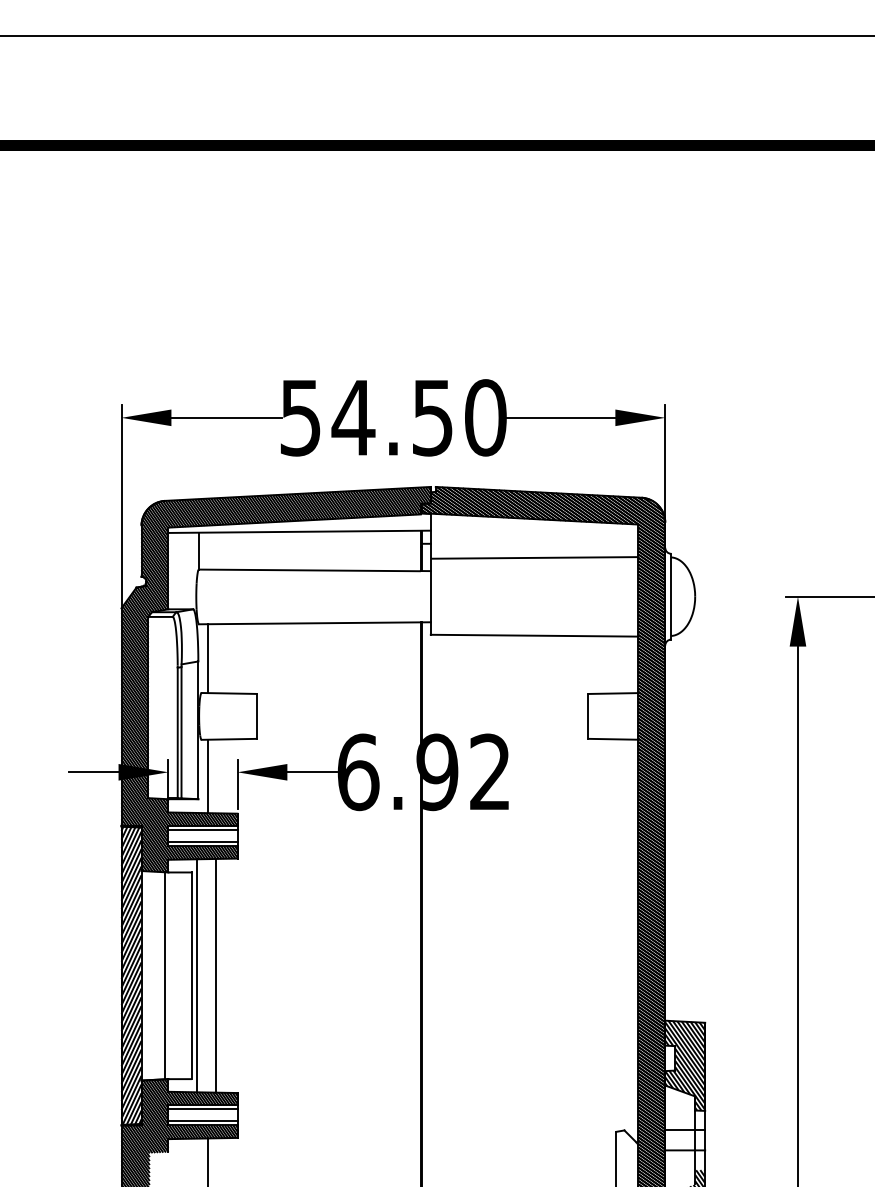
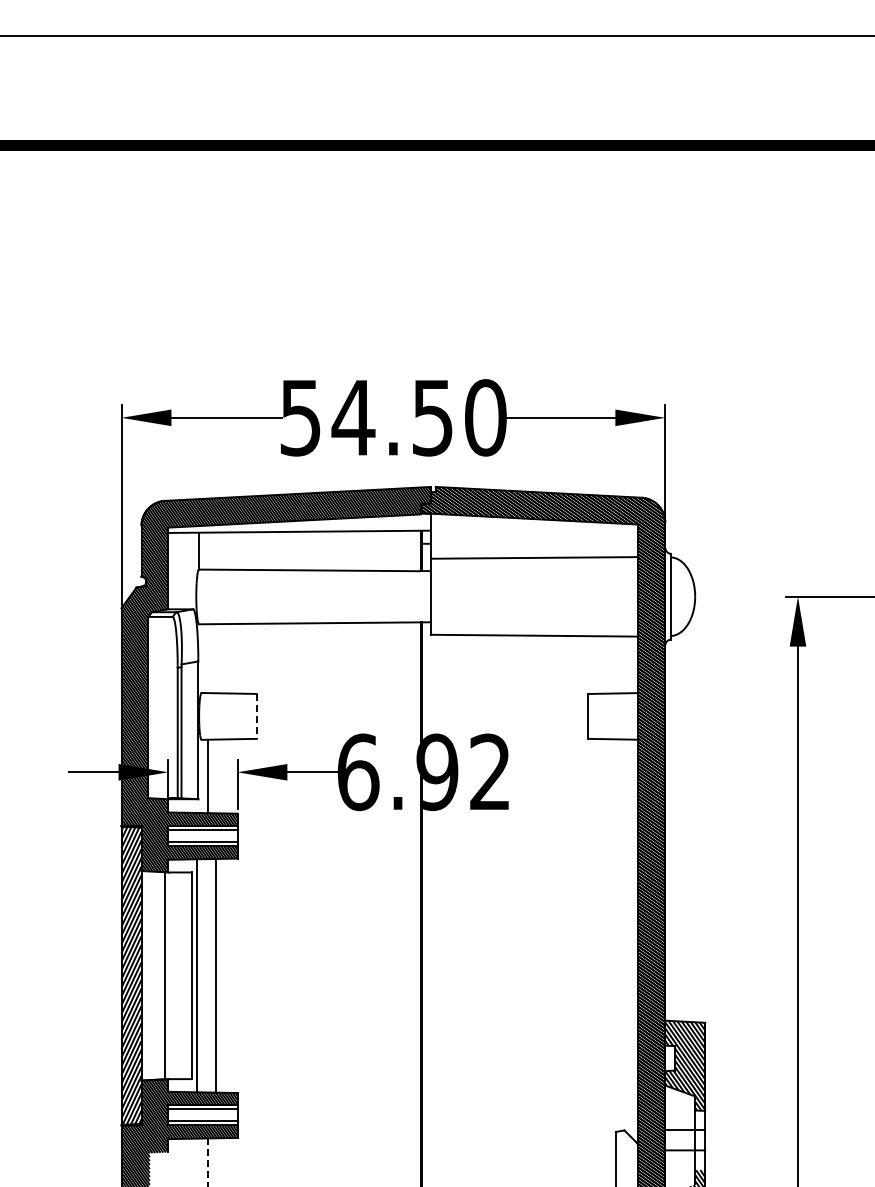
line at (208, 658): present -> none
line at (256, 716): solid -> dashed
line at (208, 1162): solid -> dashed
